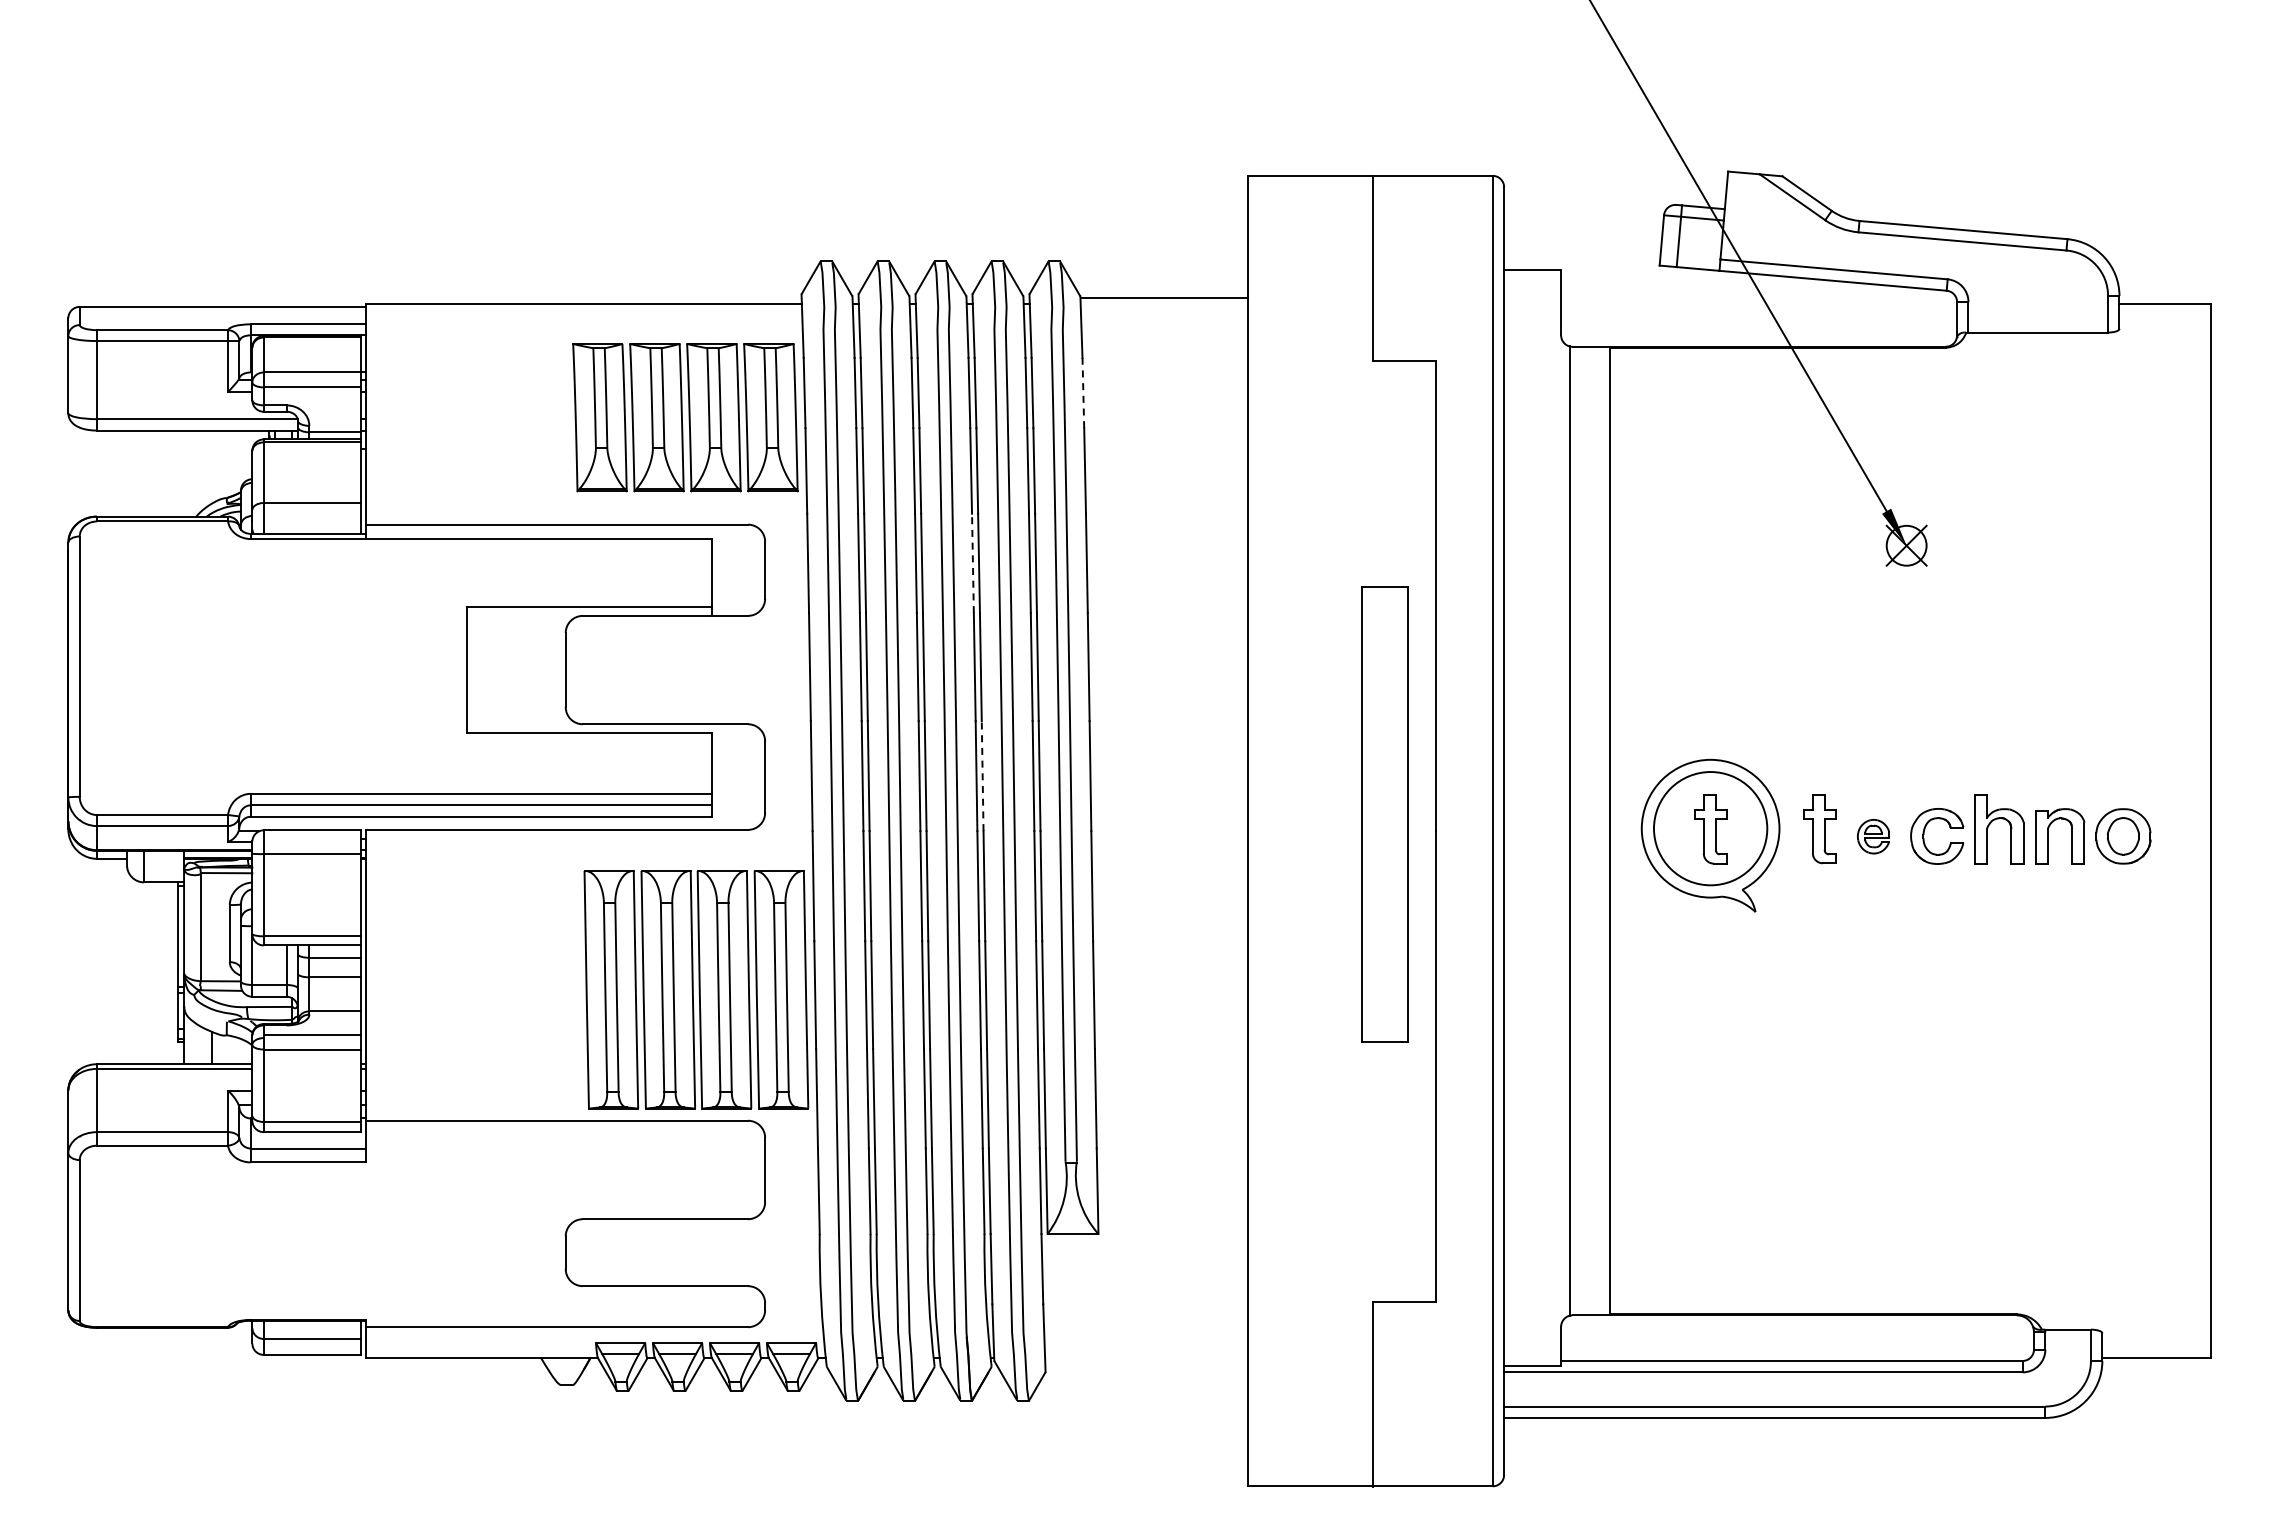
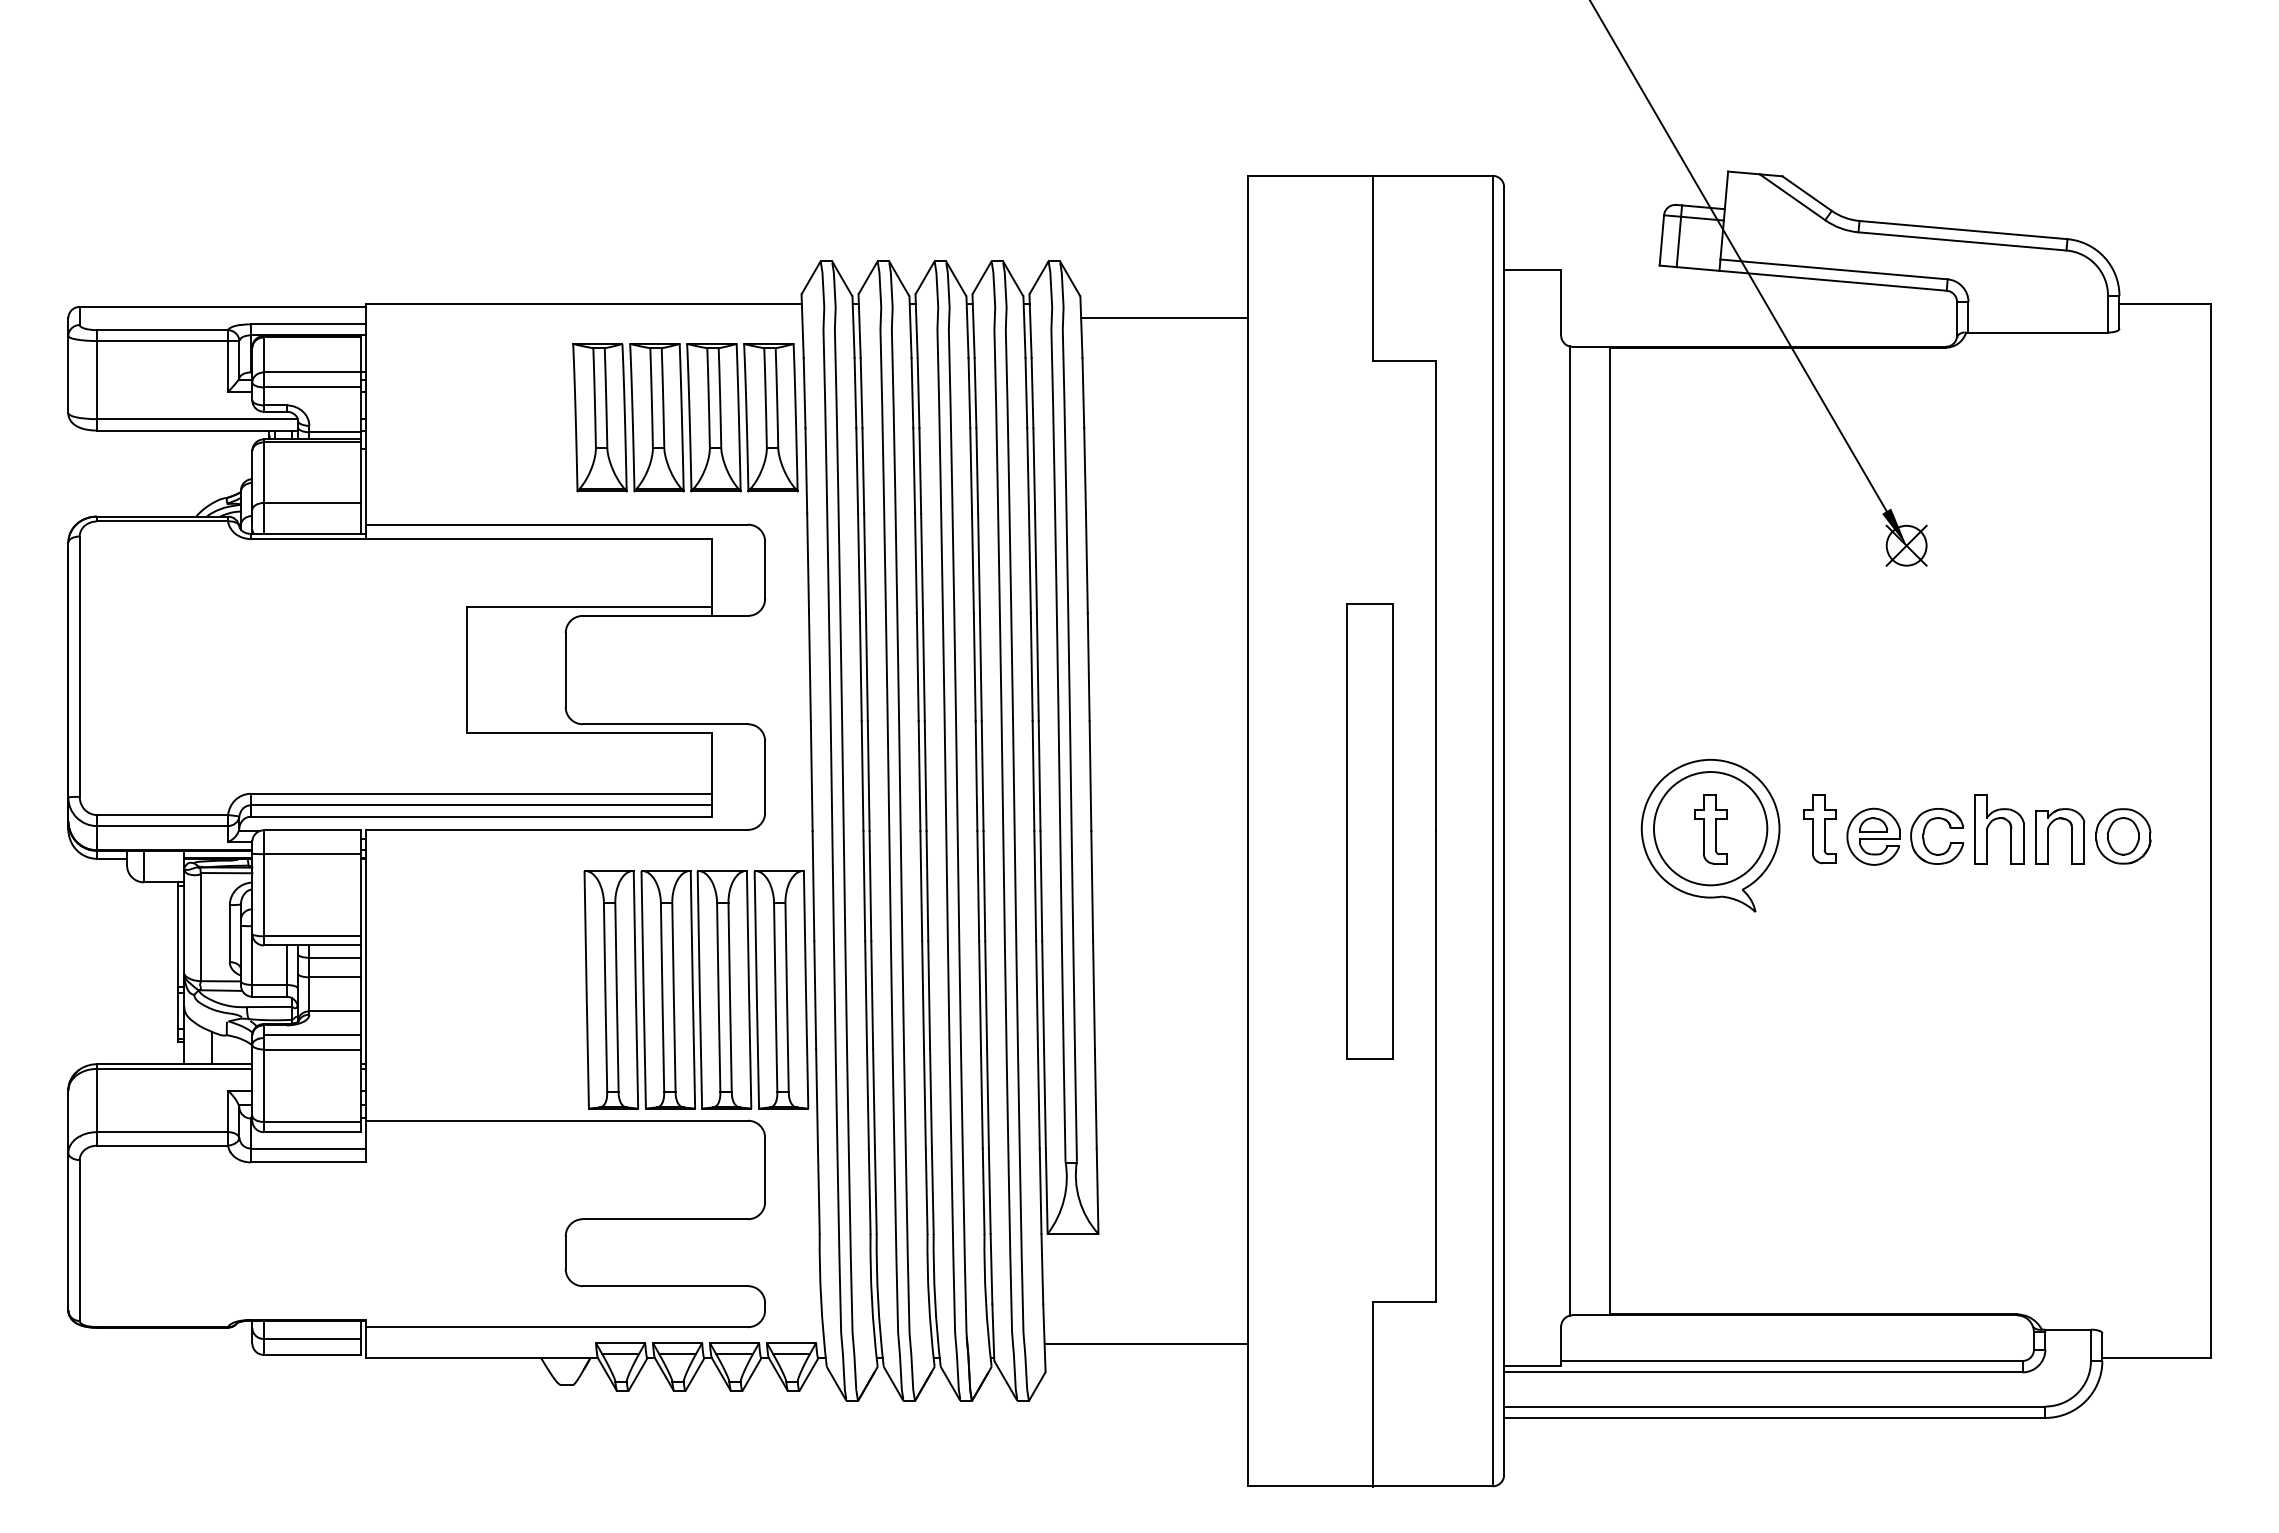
line at (1164, 298) position: (1164, 298) -> (1164, 318)
line at (1083, 392): dashed -> solid
line at (972, 563): dashed -> solid
line at (982, 775): dashed -> solid
part at (1384, 814) position: (1384, 814) -> (1369, 831)
part at (1873, 836) size: 33x36 px -> 55x59 px
line at (1145, 1343): none -> present
